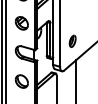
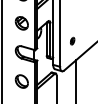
part at (72, 40) size: 9x14 px -> 6x10 px
line at (6, 51): present -> none
